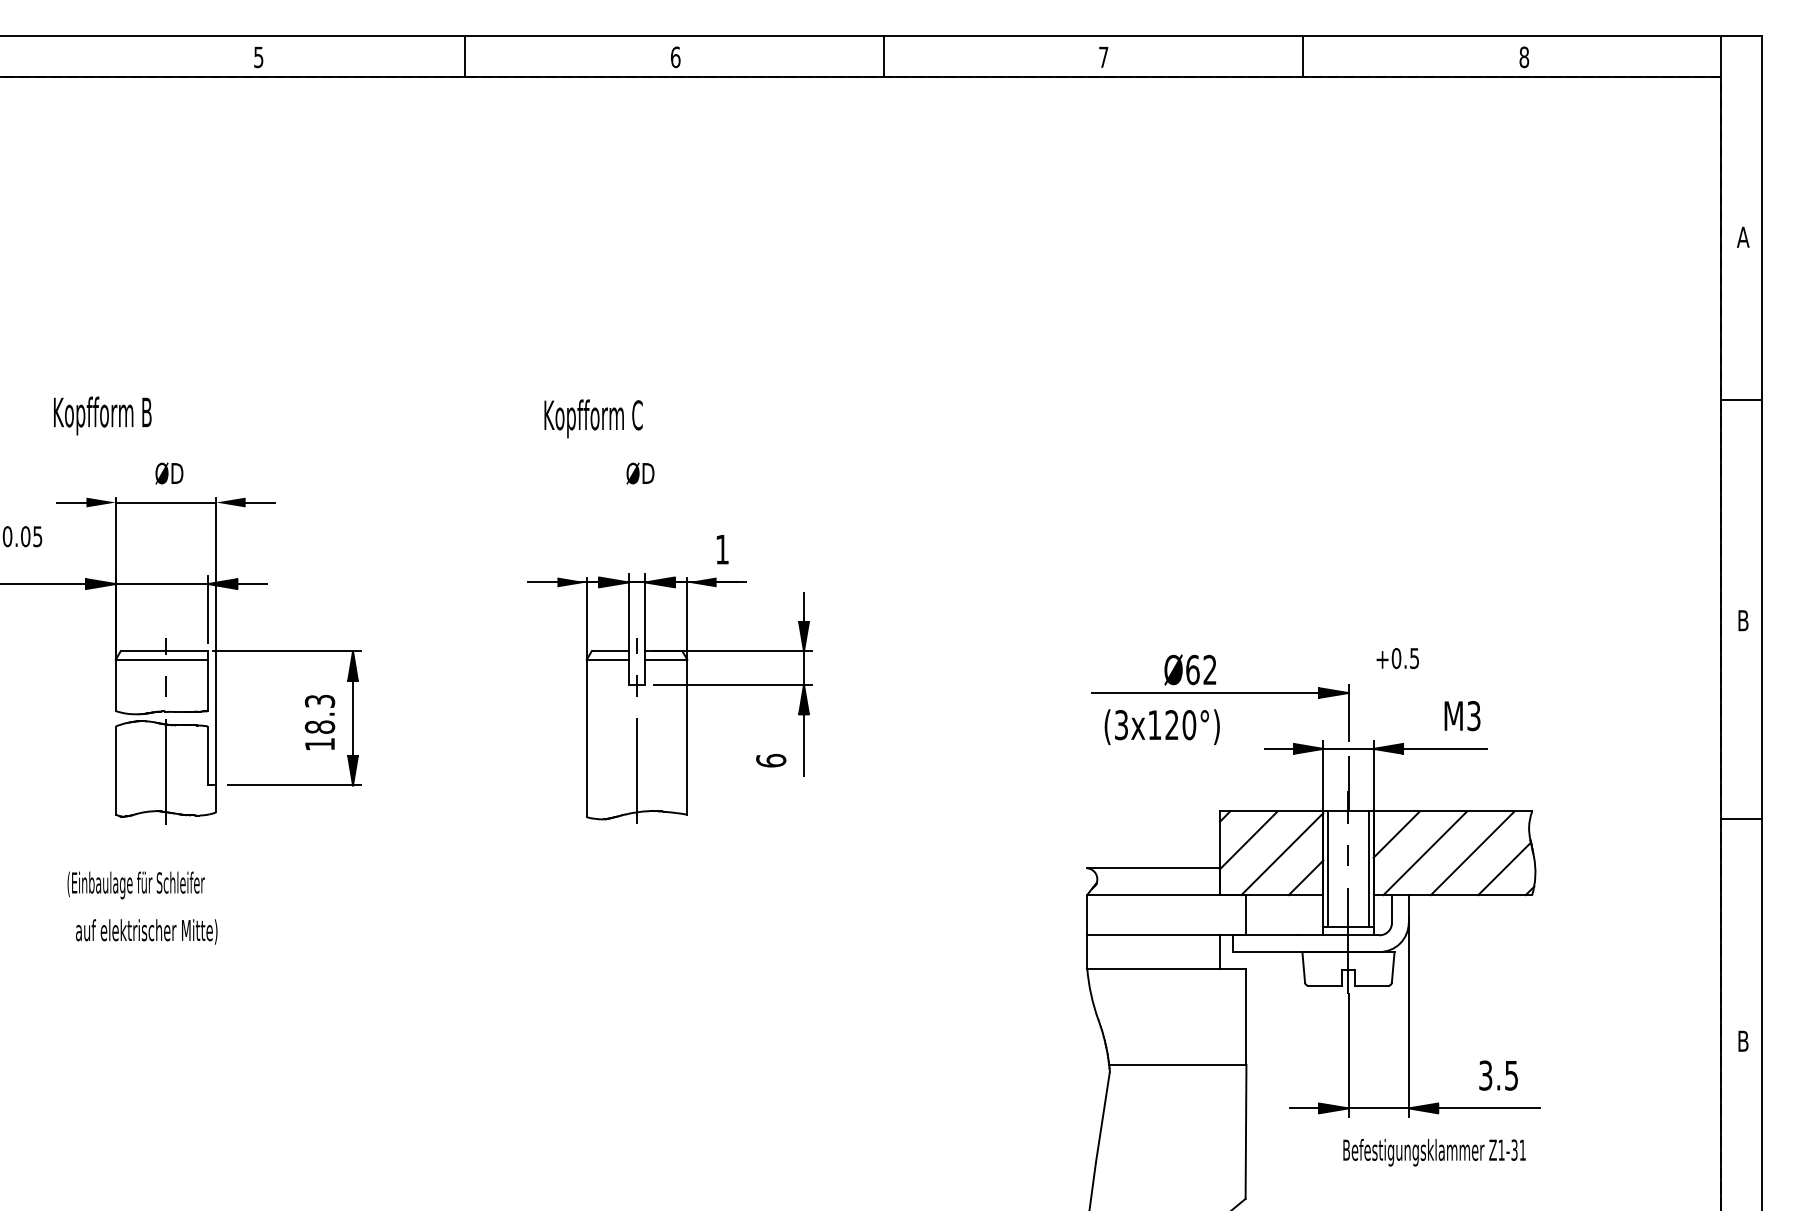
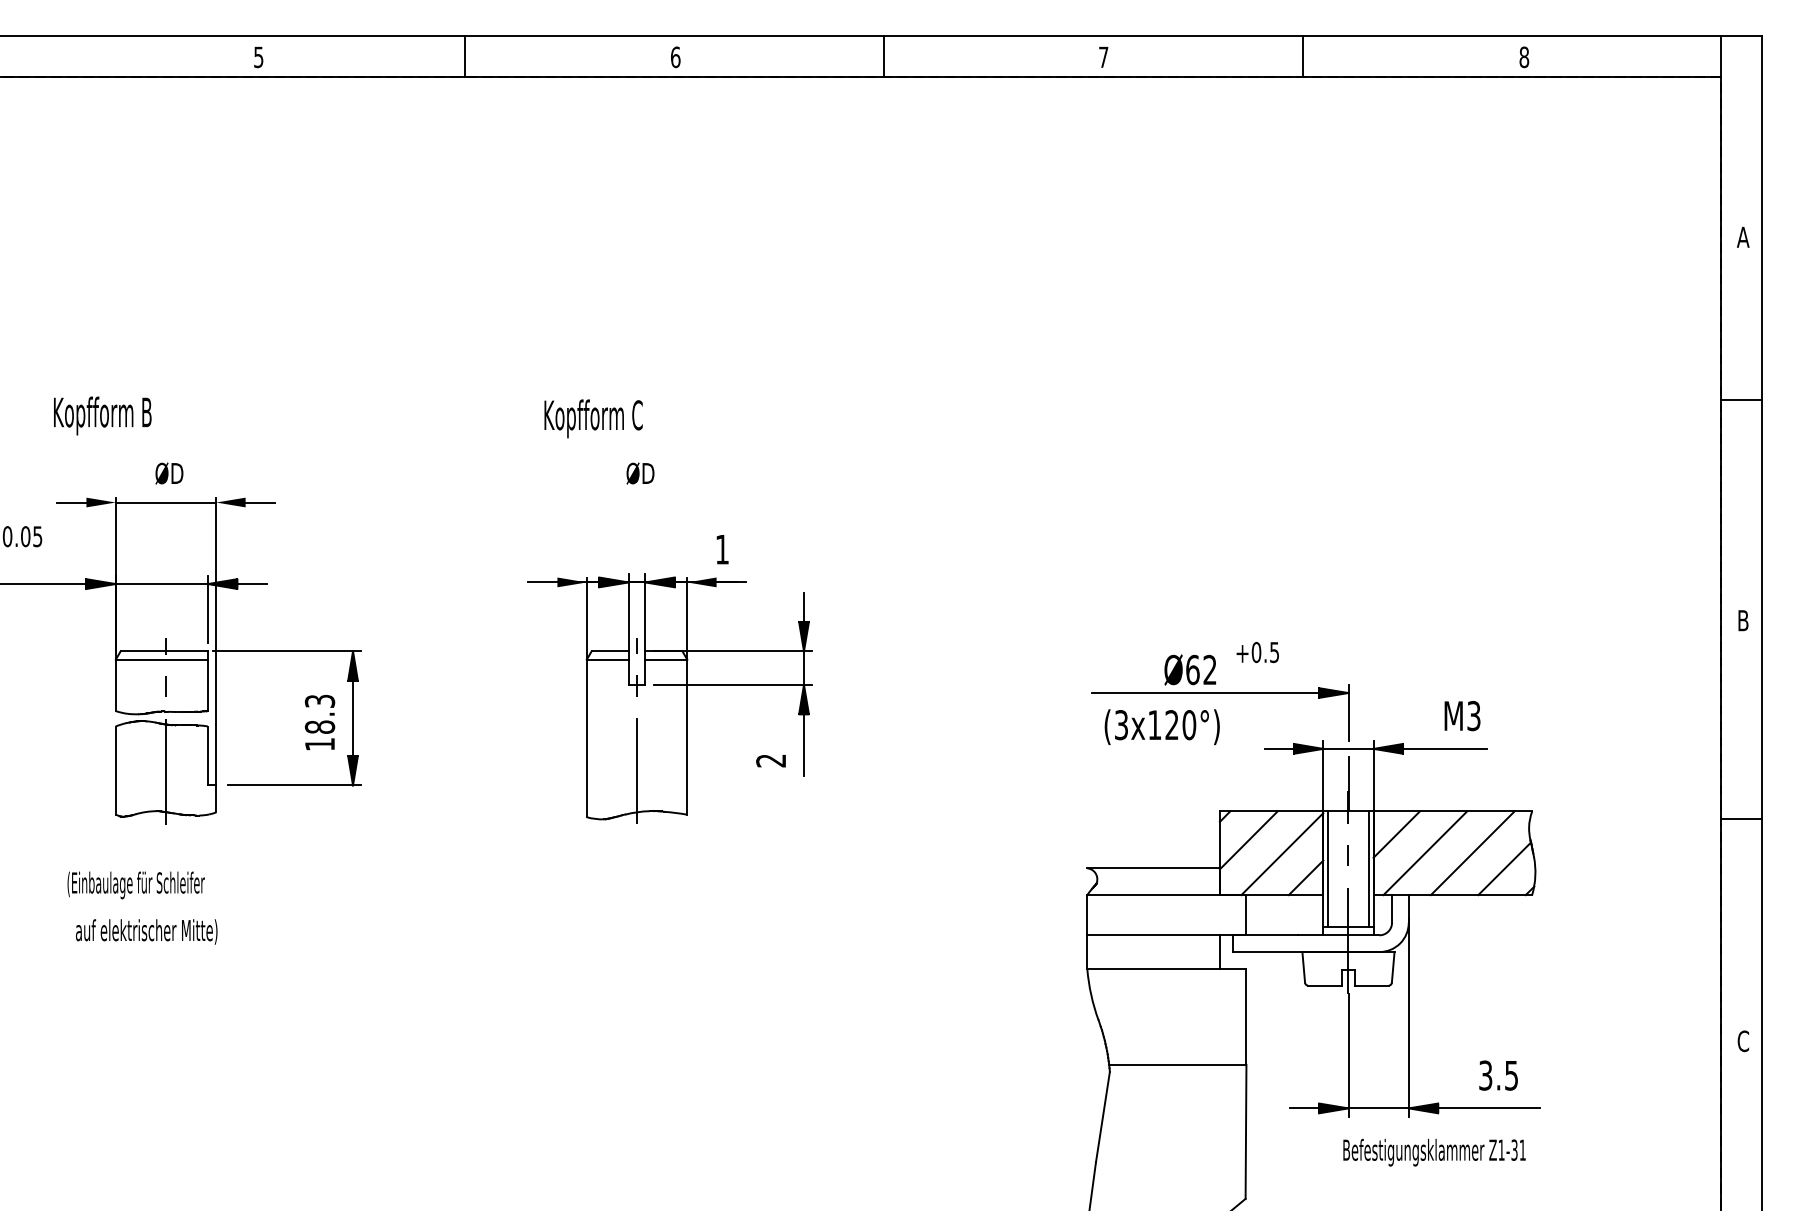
text at (1397, 658) position: (1397, 658) -> (1257, 652)
text at (771, 760): 6 -> 2
text at (1743, 1041): B -> C
